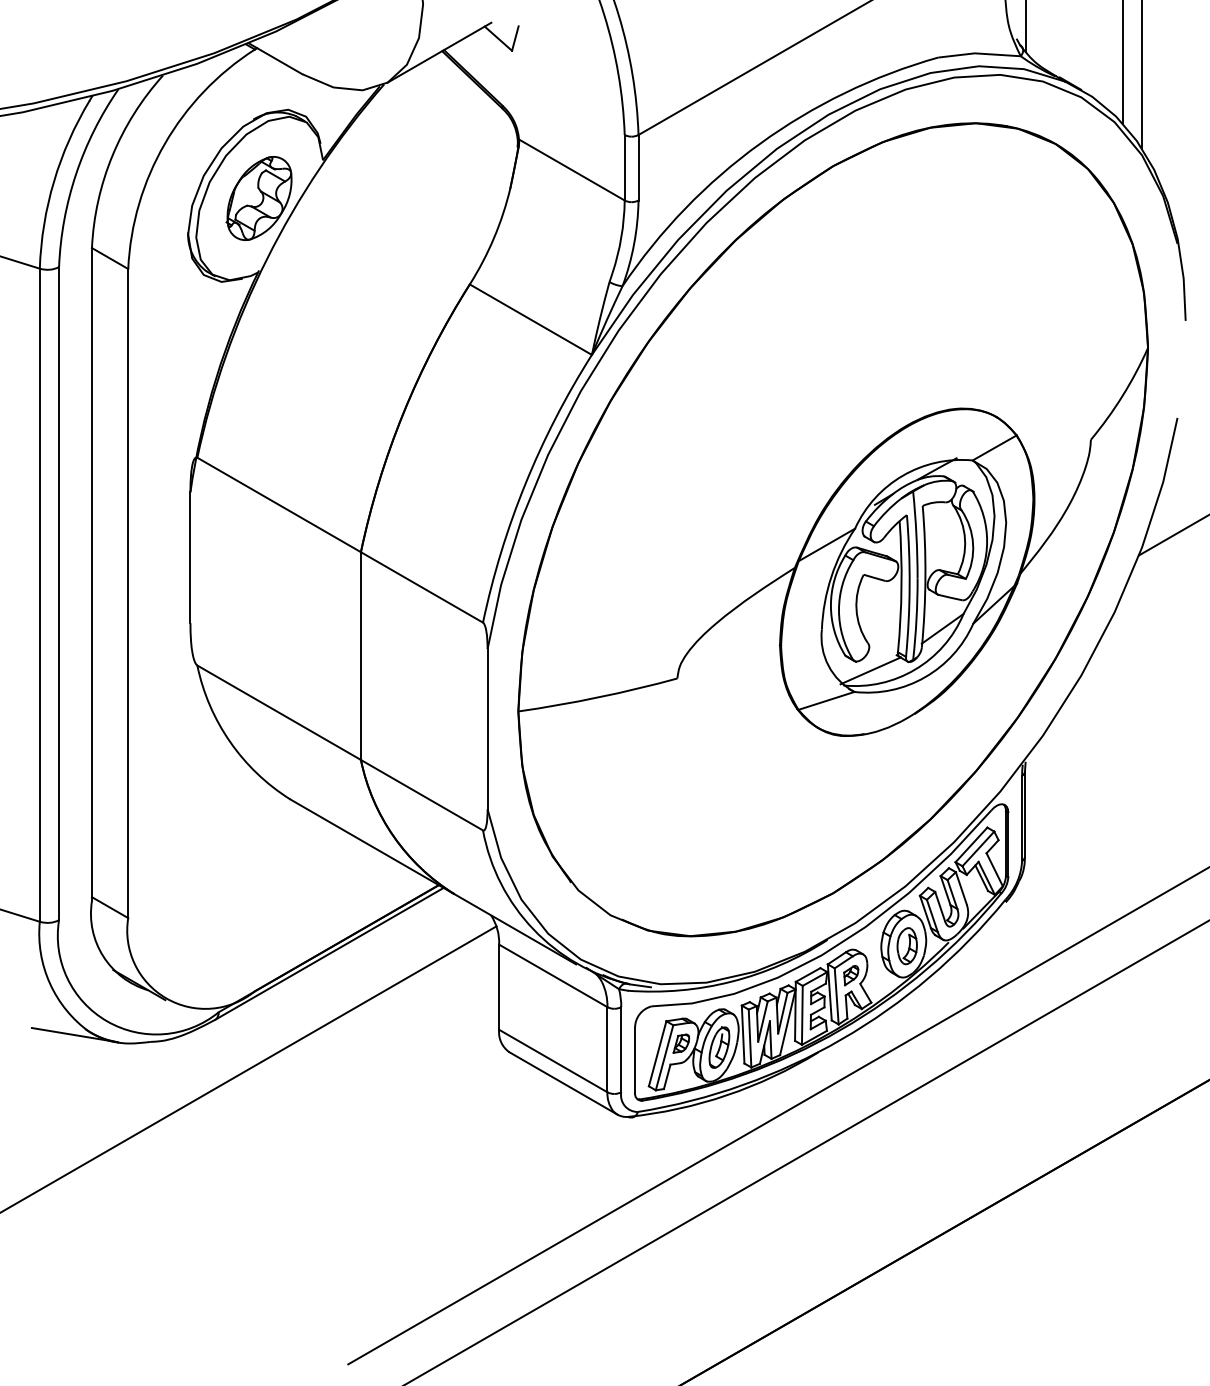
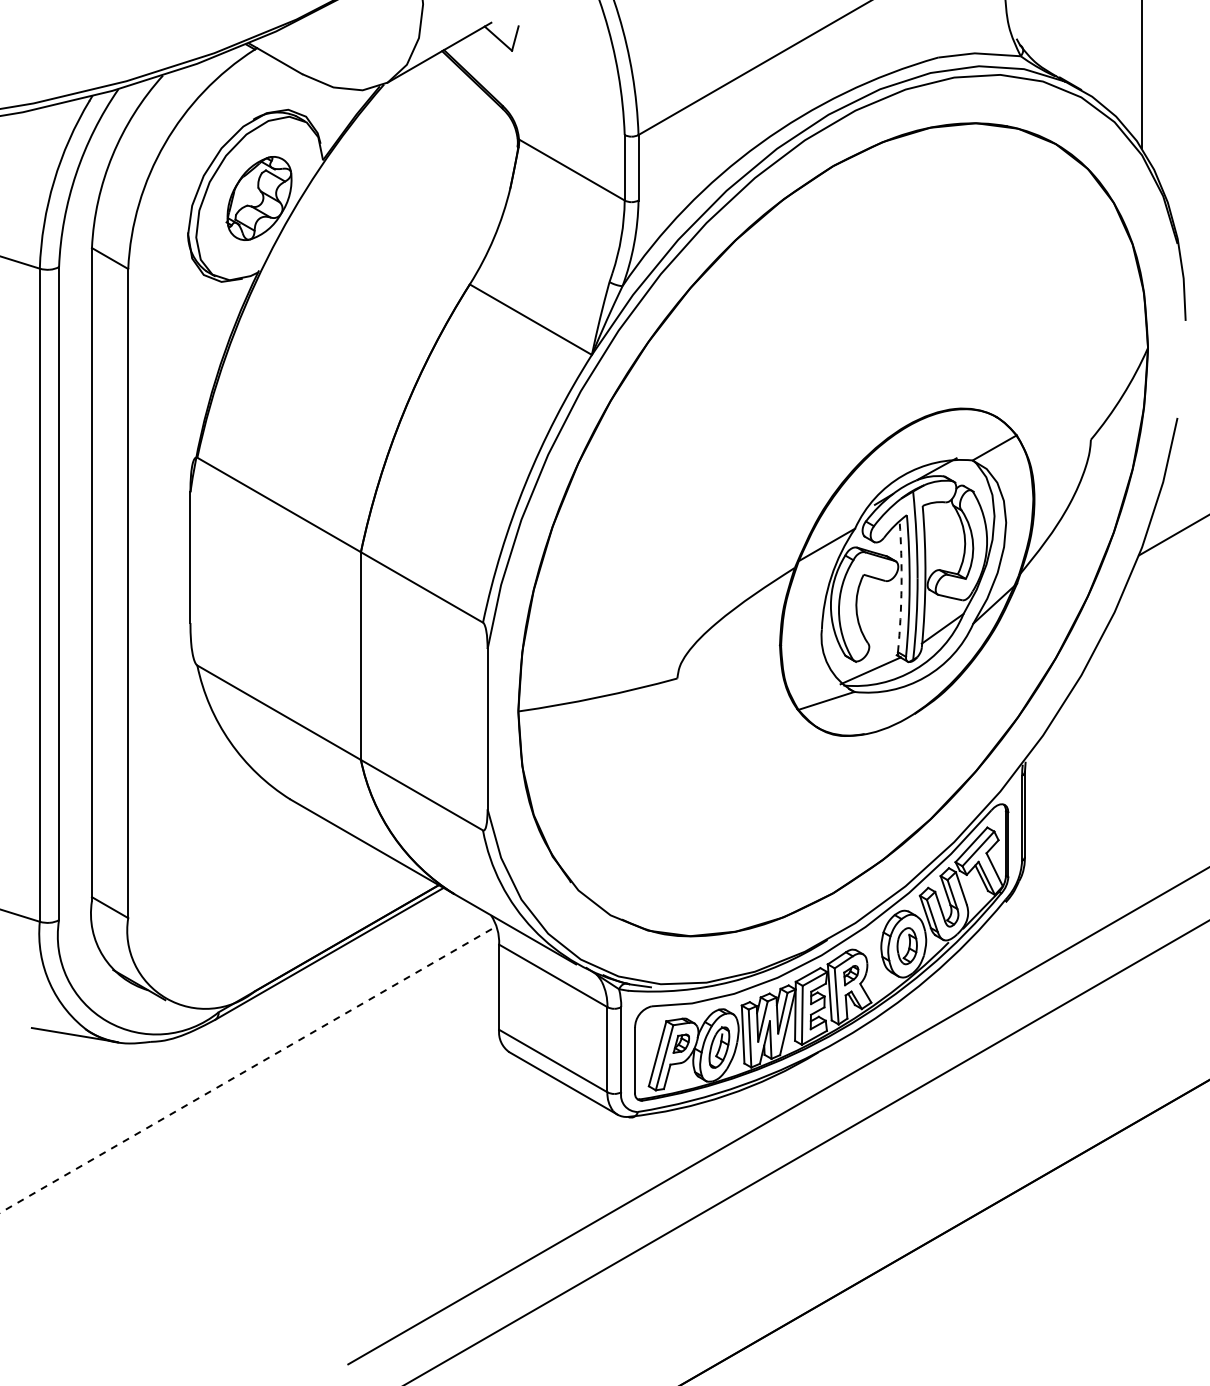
line at (1026, 26): present -> none
line at (1122, 62): present -> none
arc at (901, 586): solid -> dashed
line at (249, 1069): solid -> dashed
